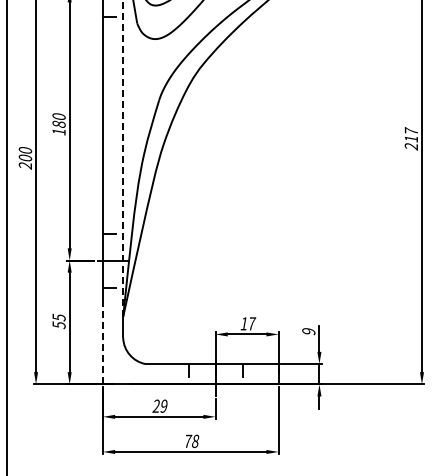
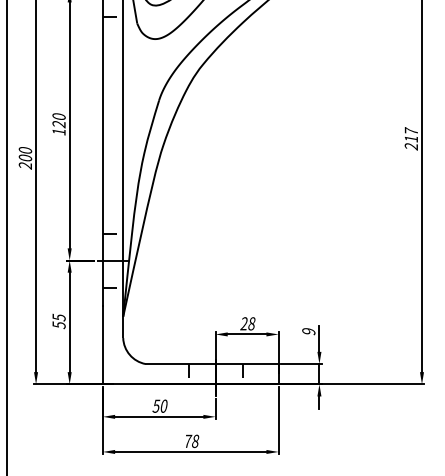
text at (58, 124): 180 -> 120
line at (123, 158): dashed -> solid
text at (248, 323): 17 -> 28
line at (102, 344): dashed -> solid
text at (159, 405): 29 -> 50
